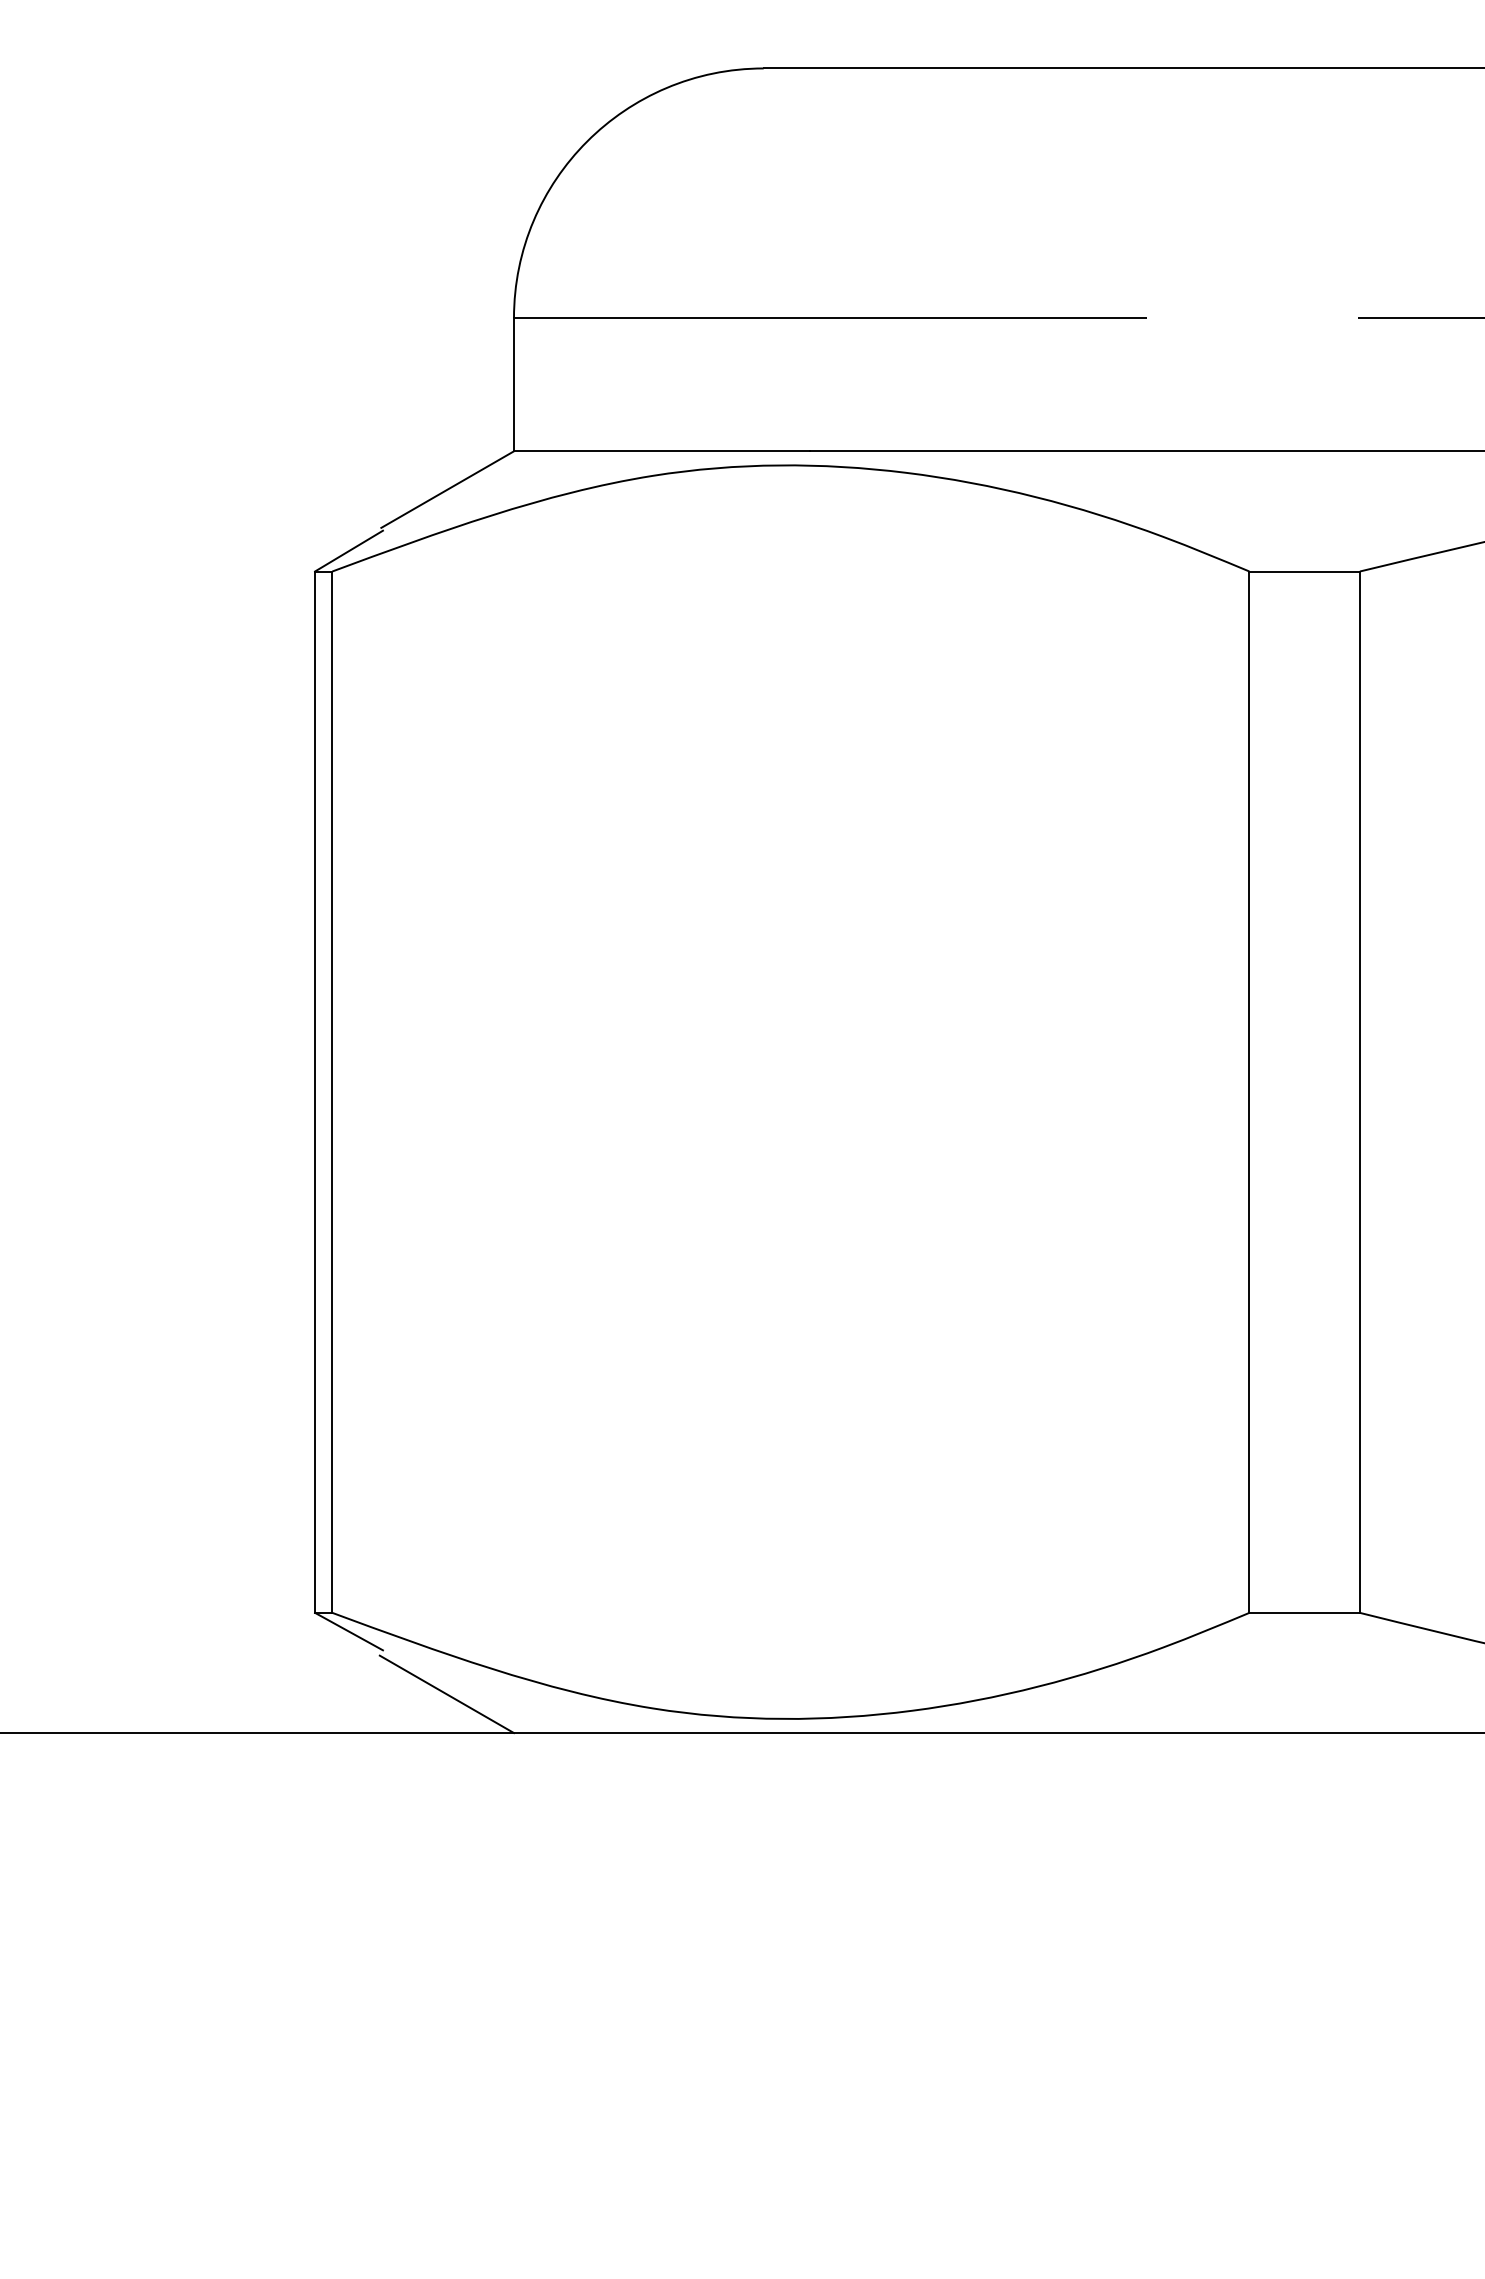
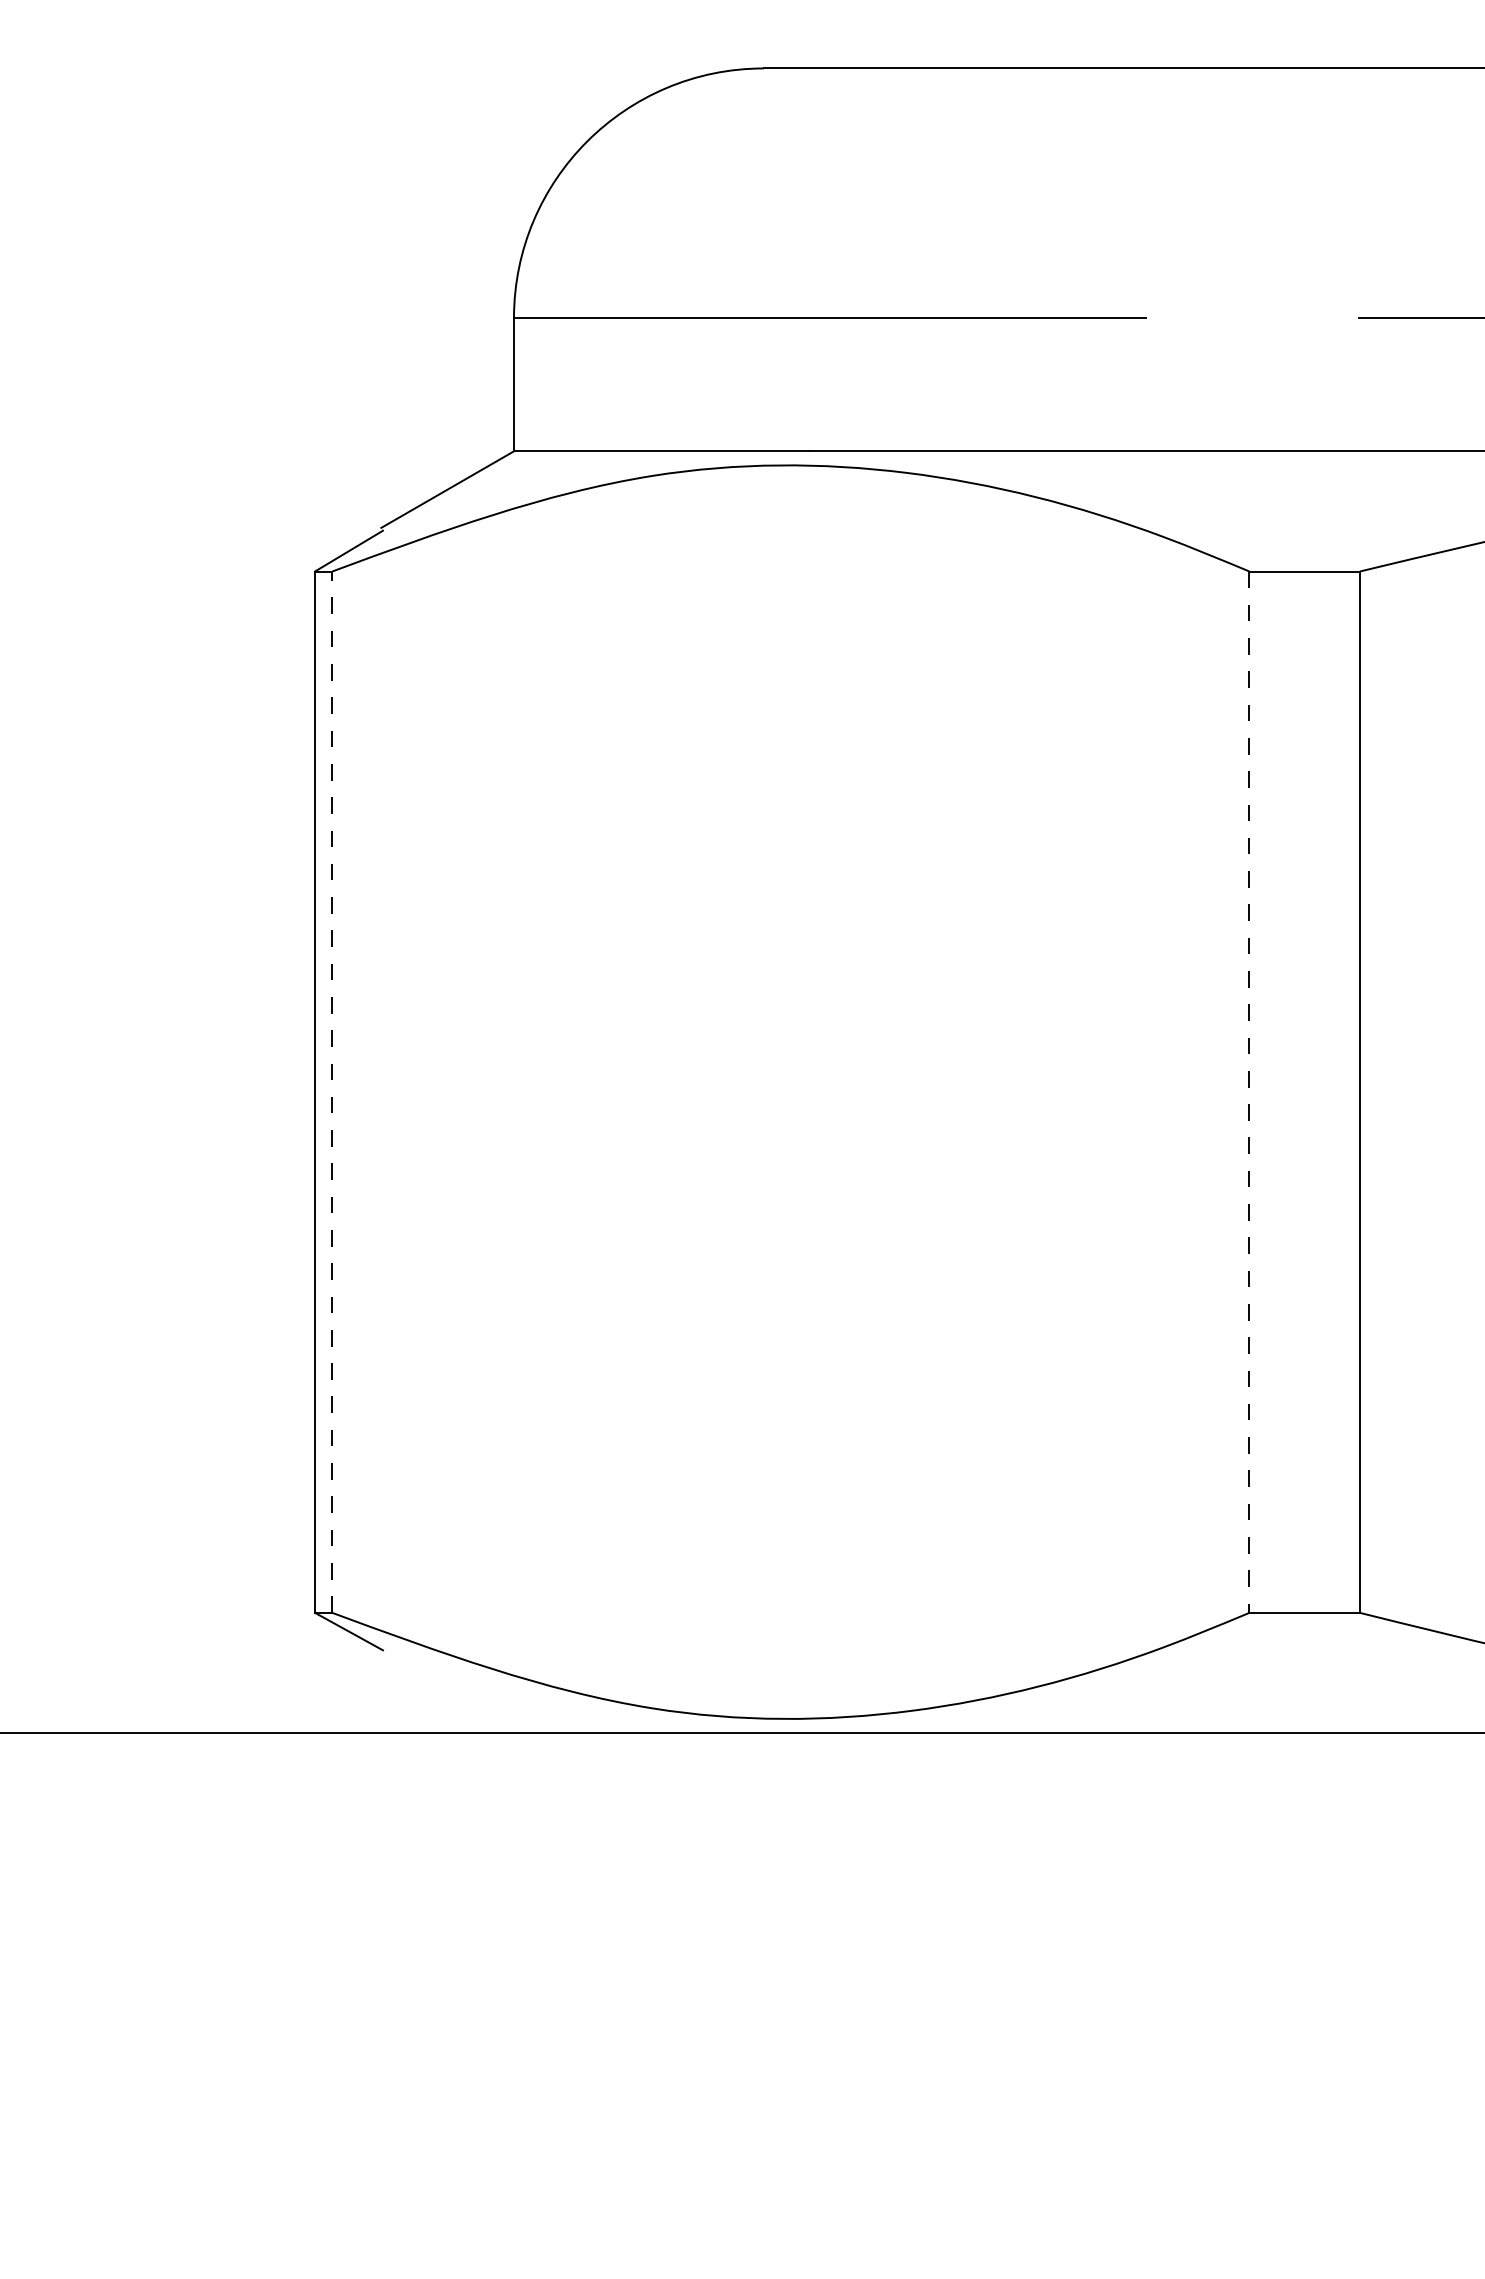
line at (332, 1092): solid -> dashed
line at (1249, 1092): solid -> dashed
line at (446, 1694): present -> none
